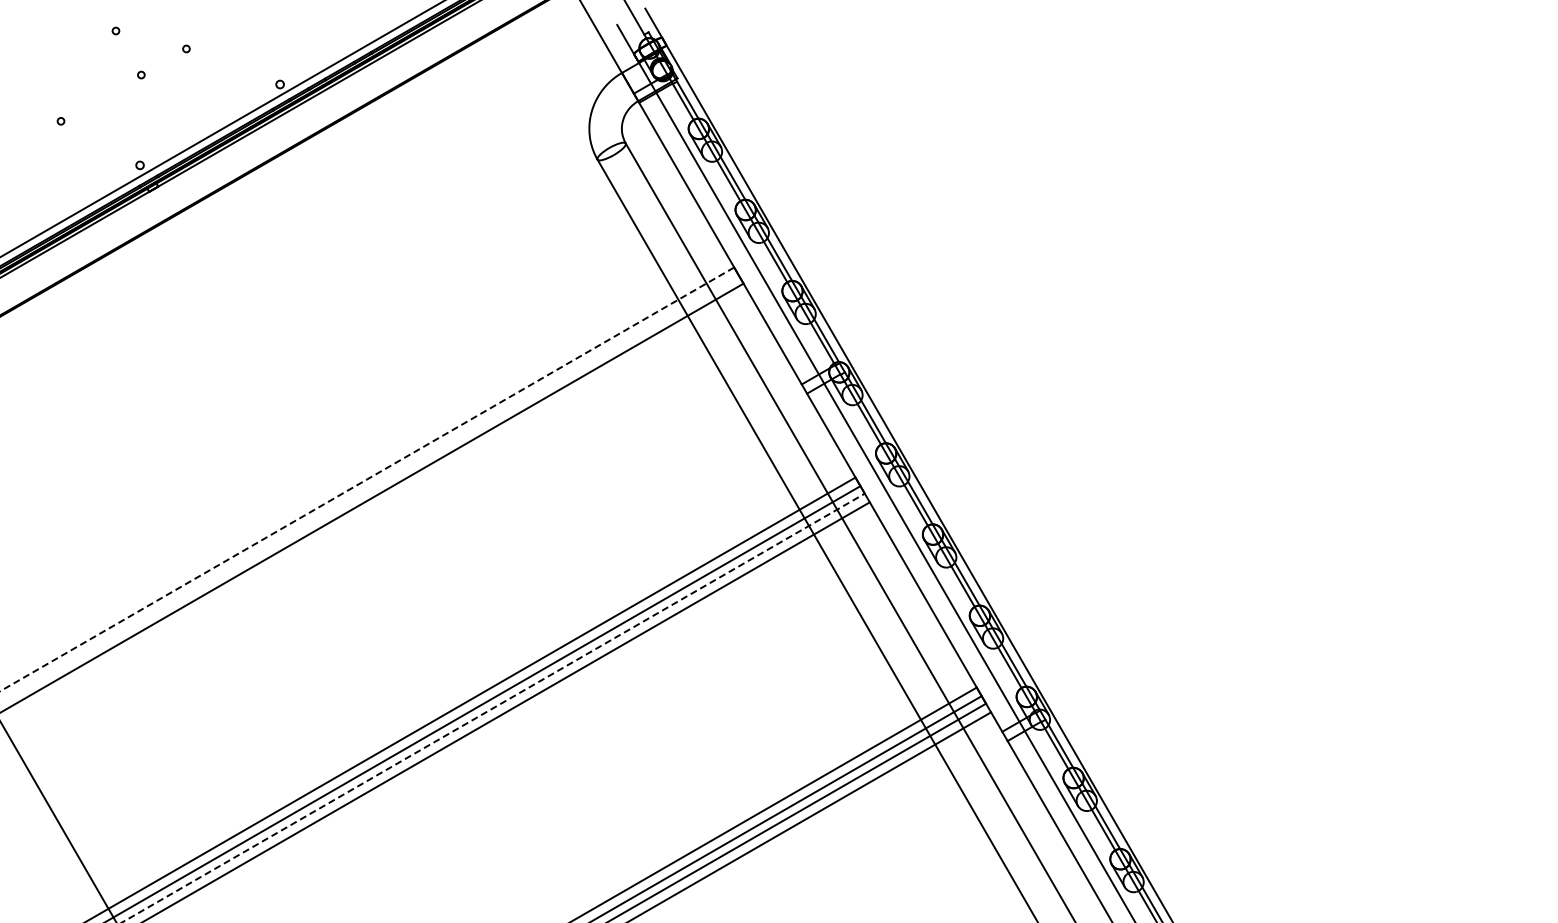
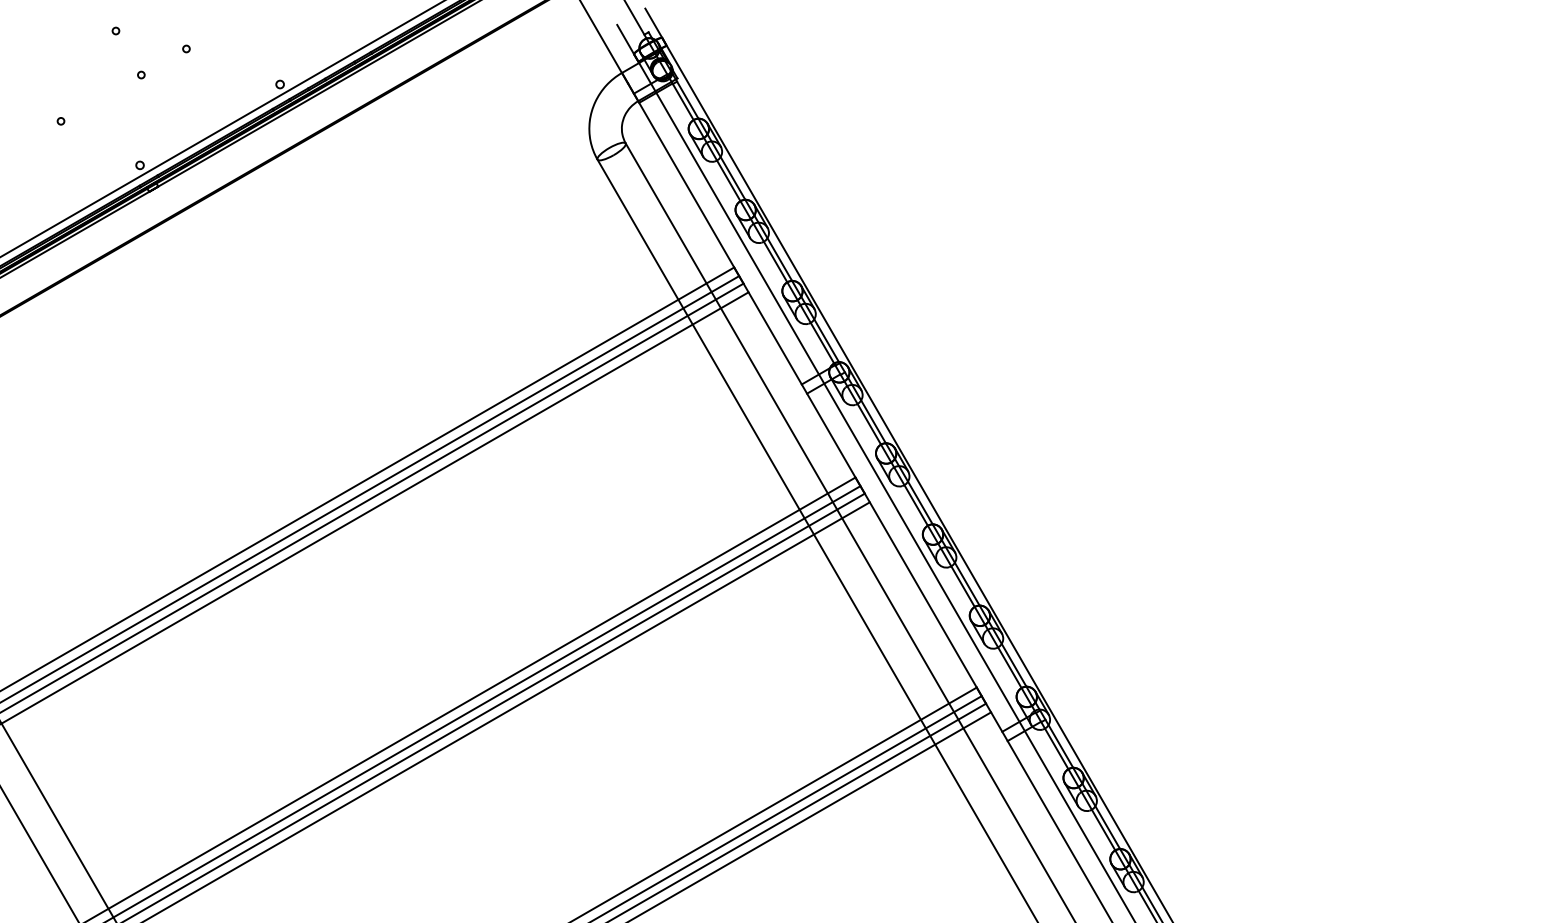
line at (367, 479): dashed -> solid
line at (370, 488): none -> present
line at (375, 507): none -> present
line at (493, 707): dashed -> solid
line at (39, 854): none -> present
